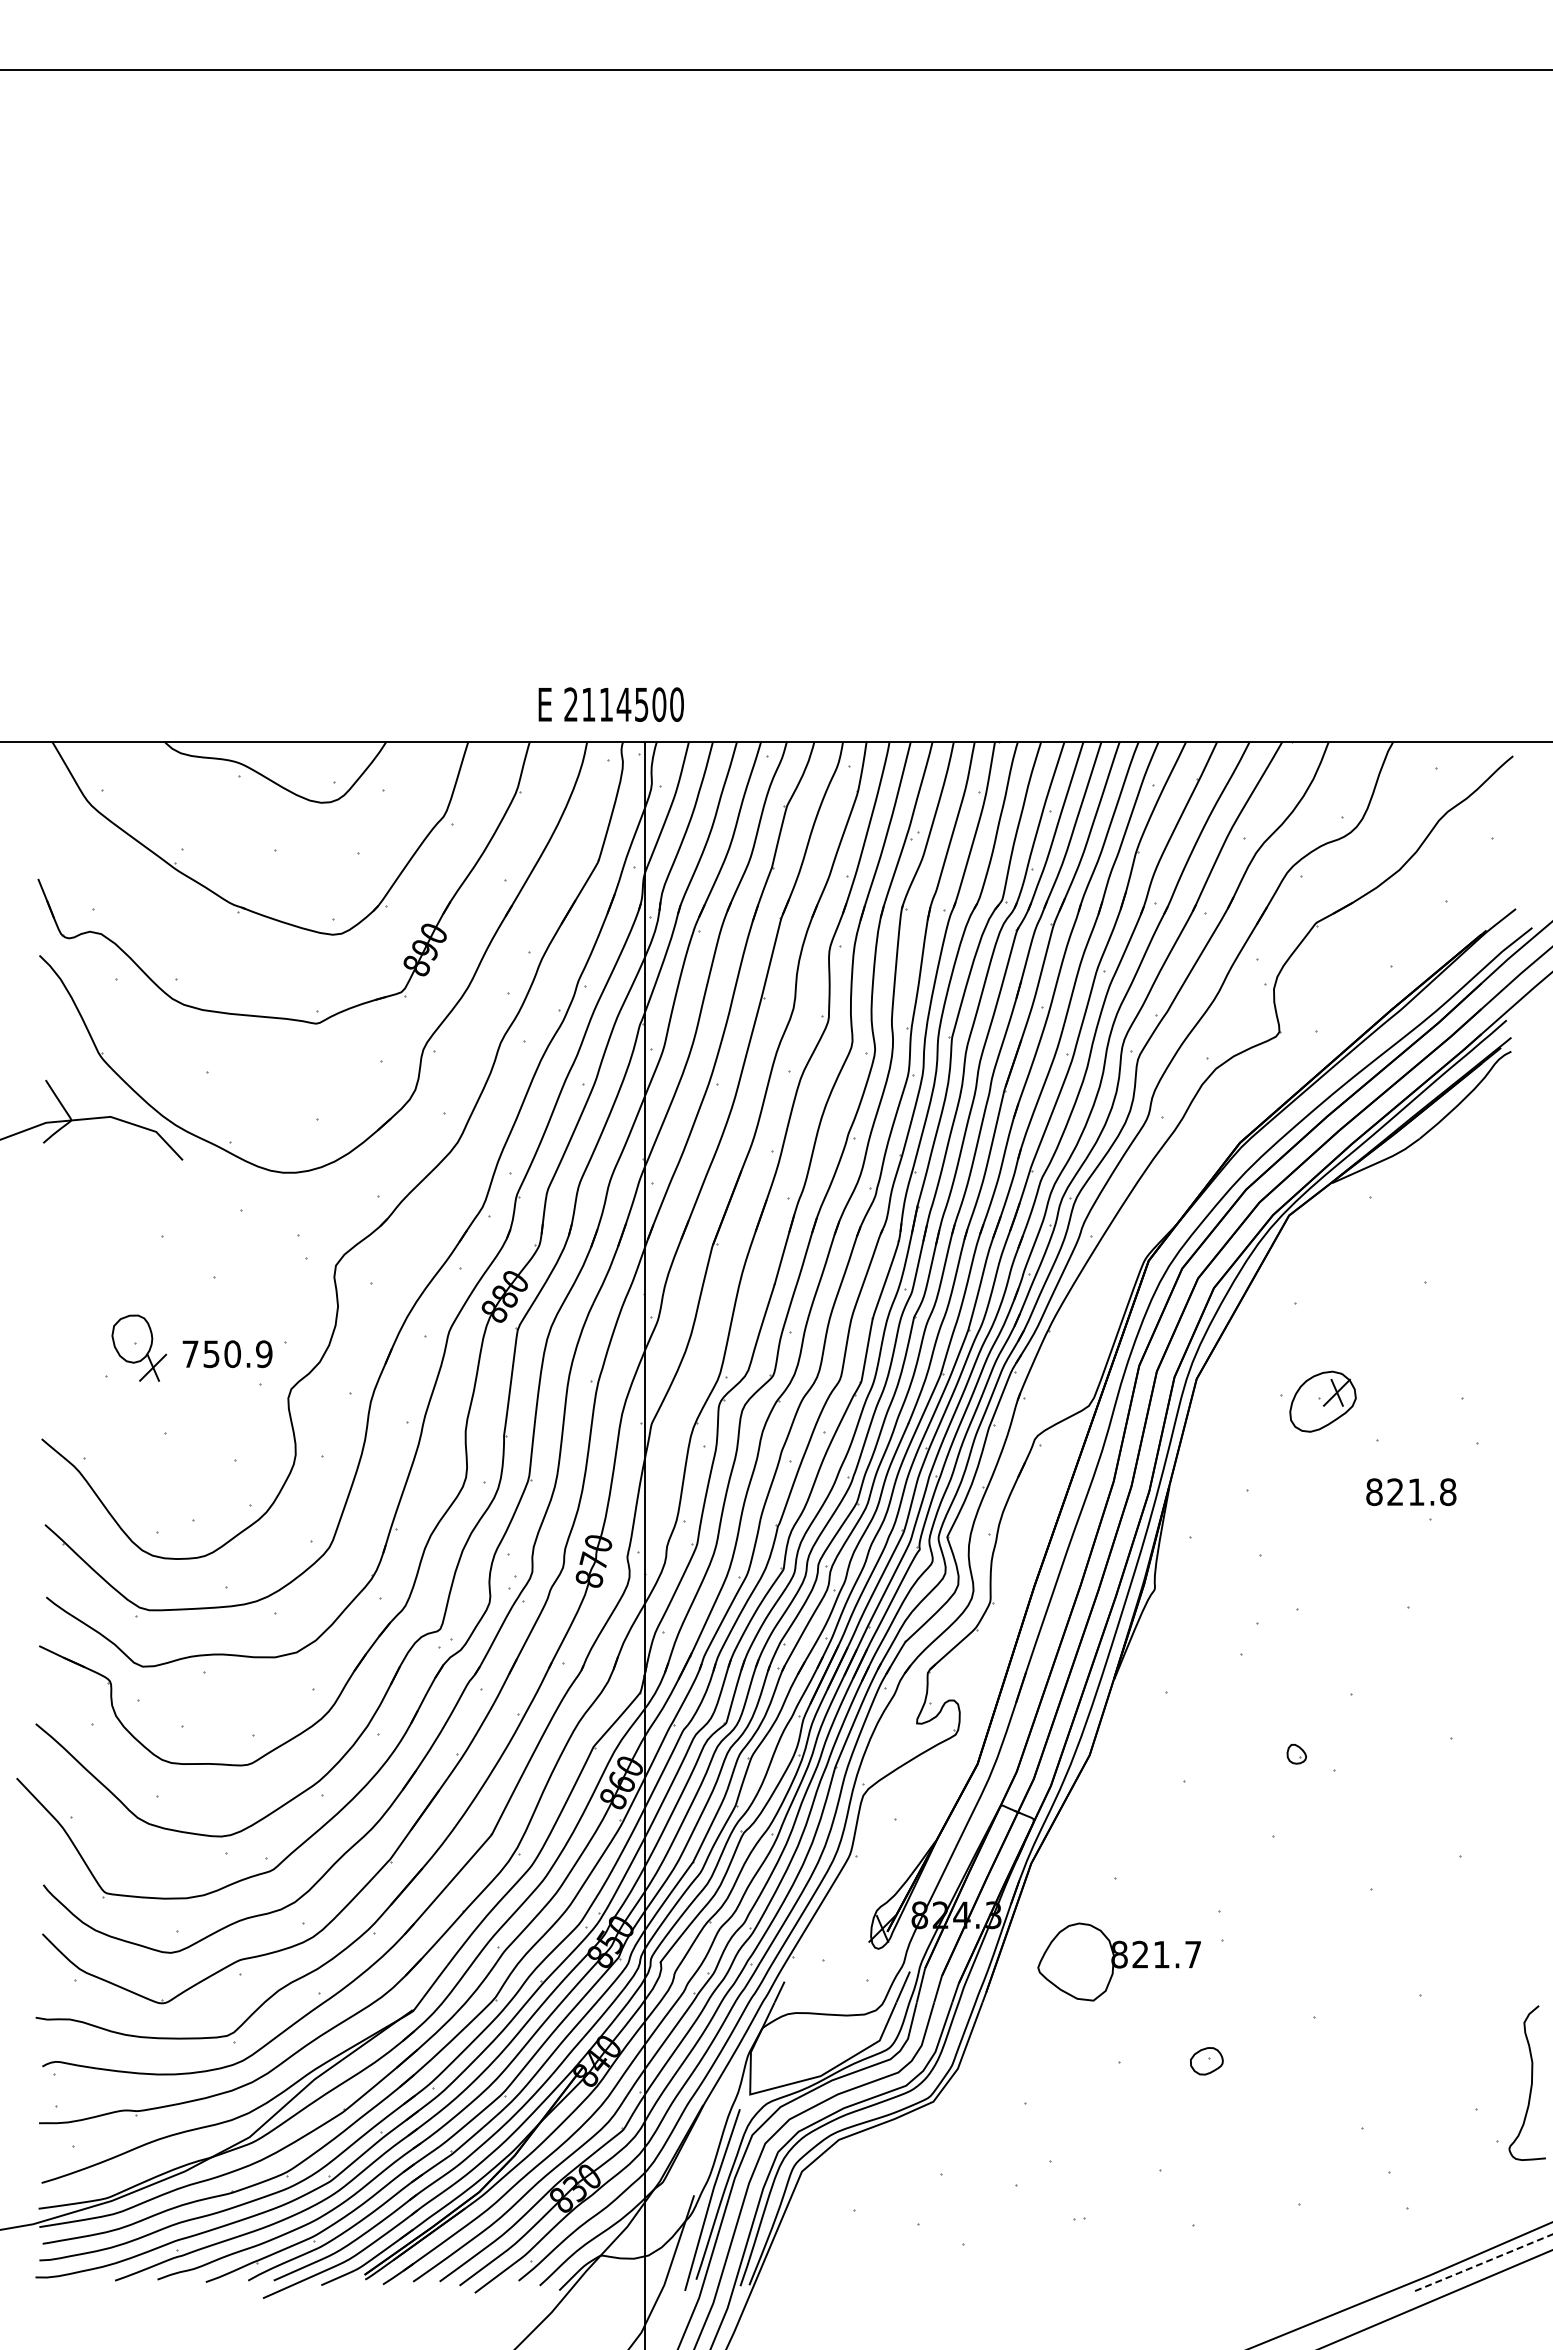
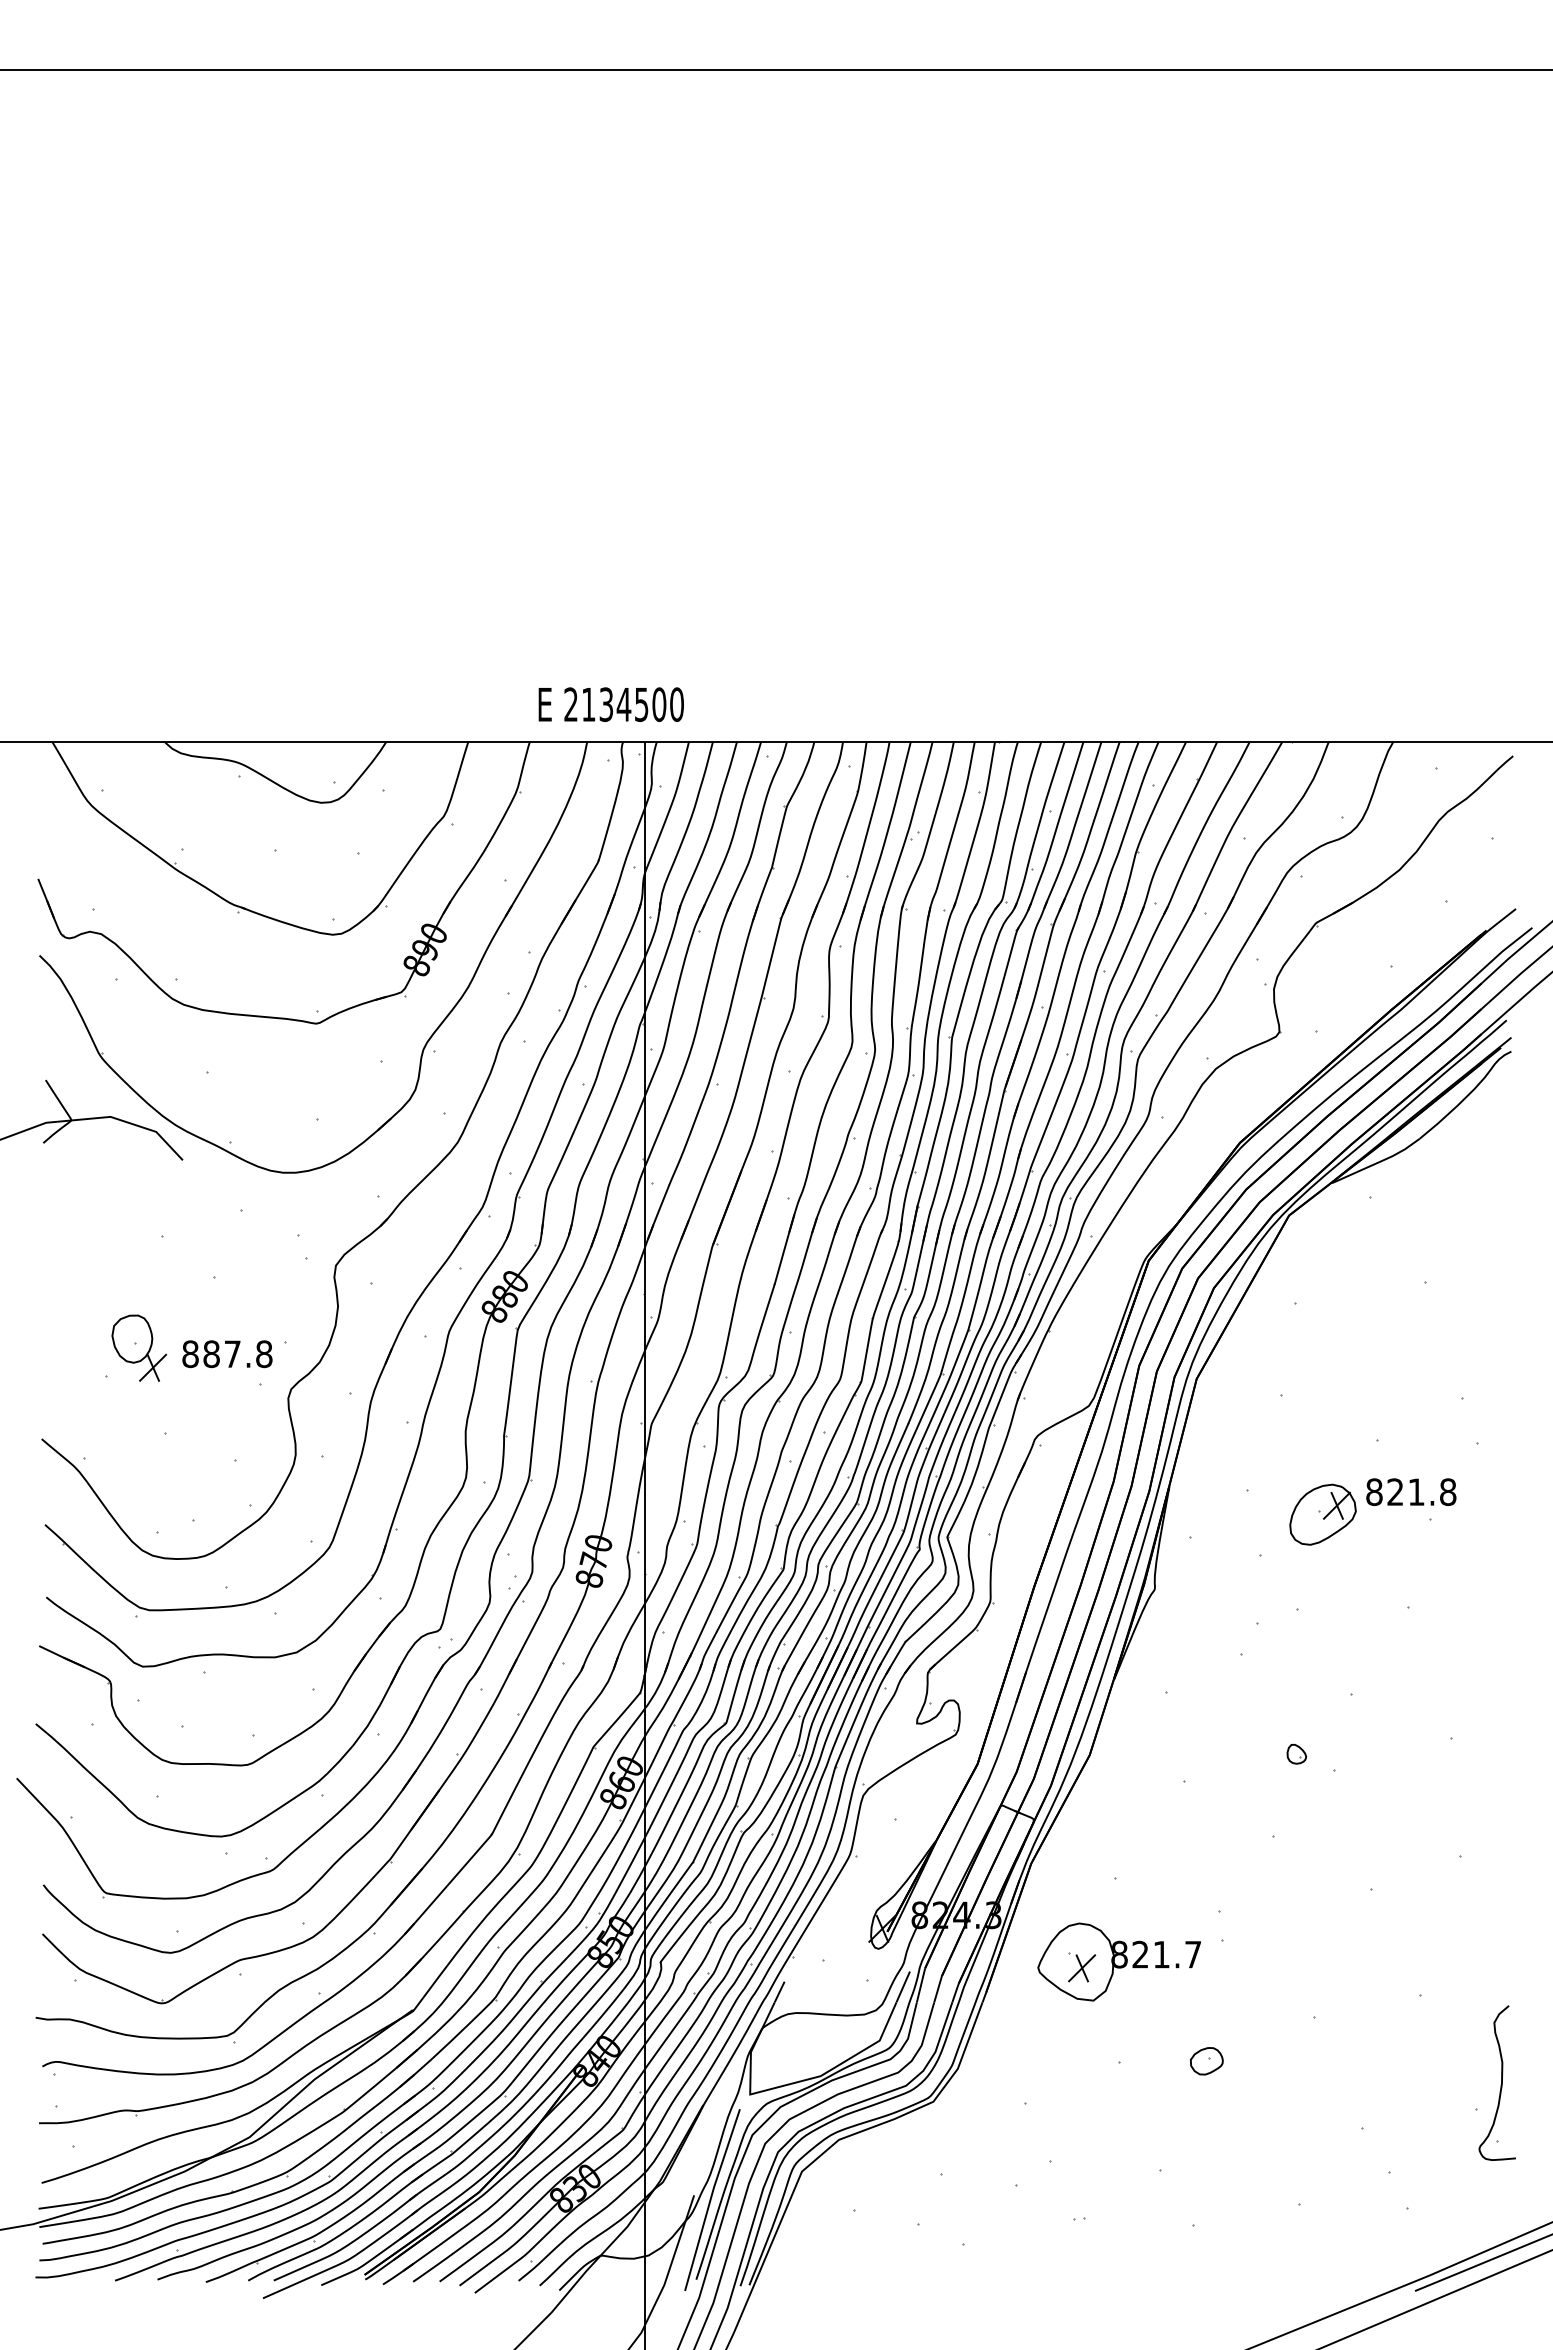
text at (605, 704): 2114500 -> 2134500
text at (227, 1354): 750.9 -> 887.8
part at (1322, 1401) position: (1322, 1401) -> (1322, 1514)
part at (1082, 1967): none -> present
curve at (1531, 2082) position: (1531, 2082) -> (1501, 2082)
line at (1483, 2262): dashed -> solid
